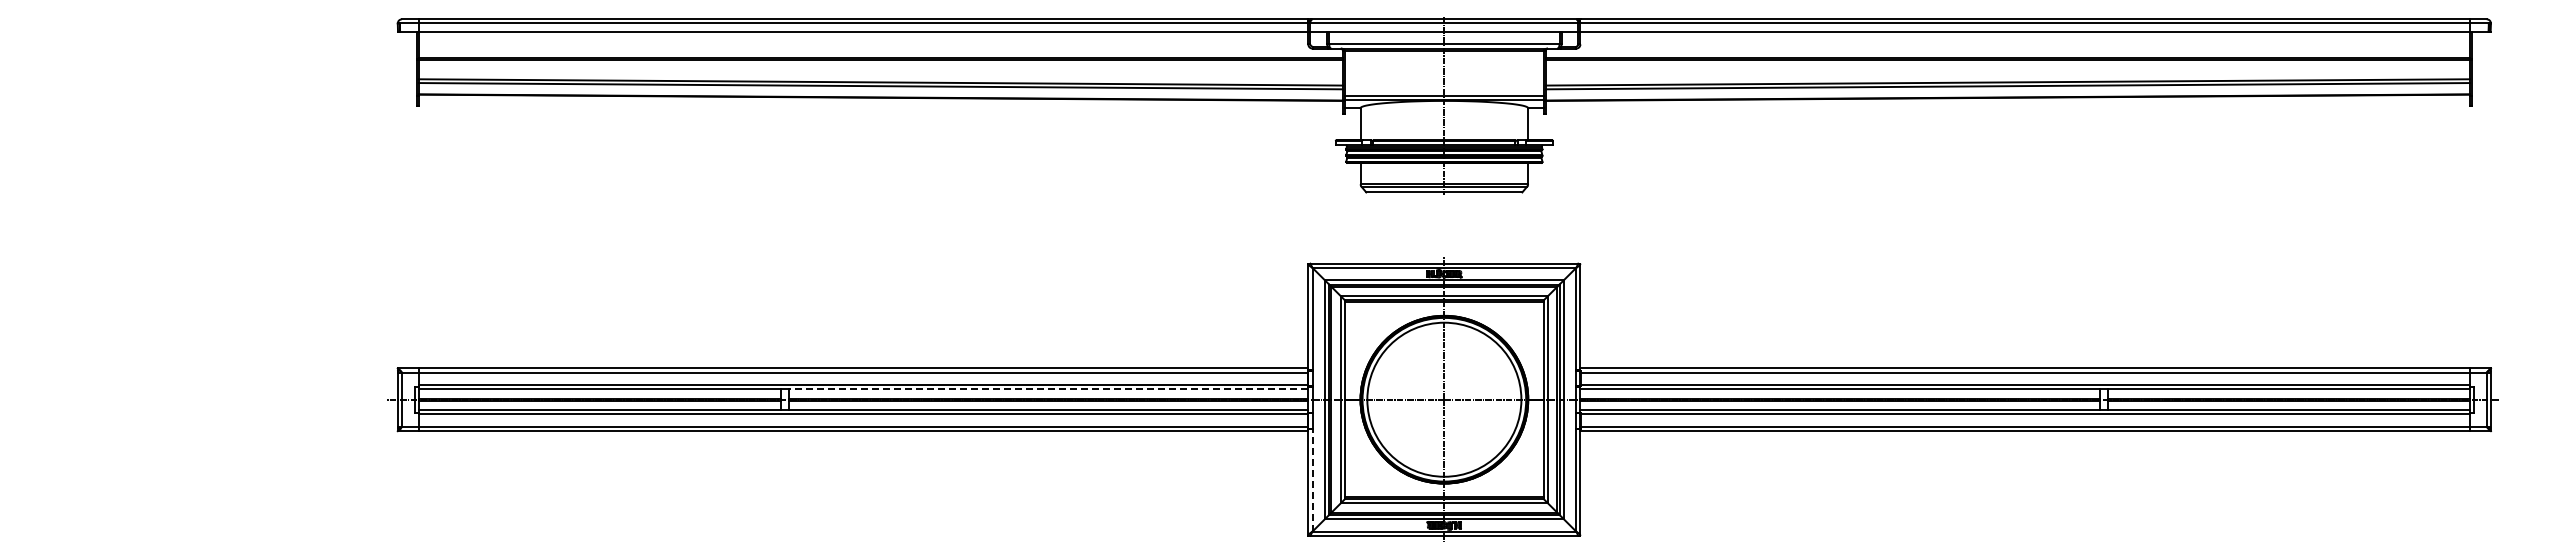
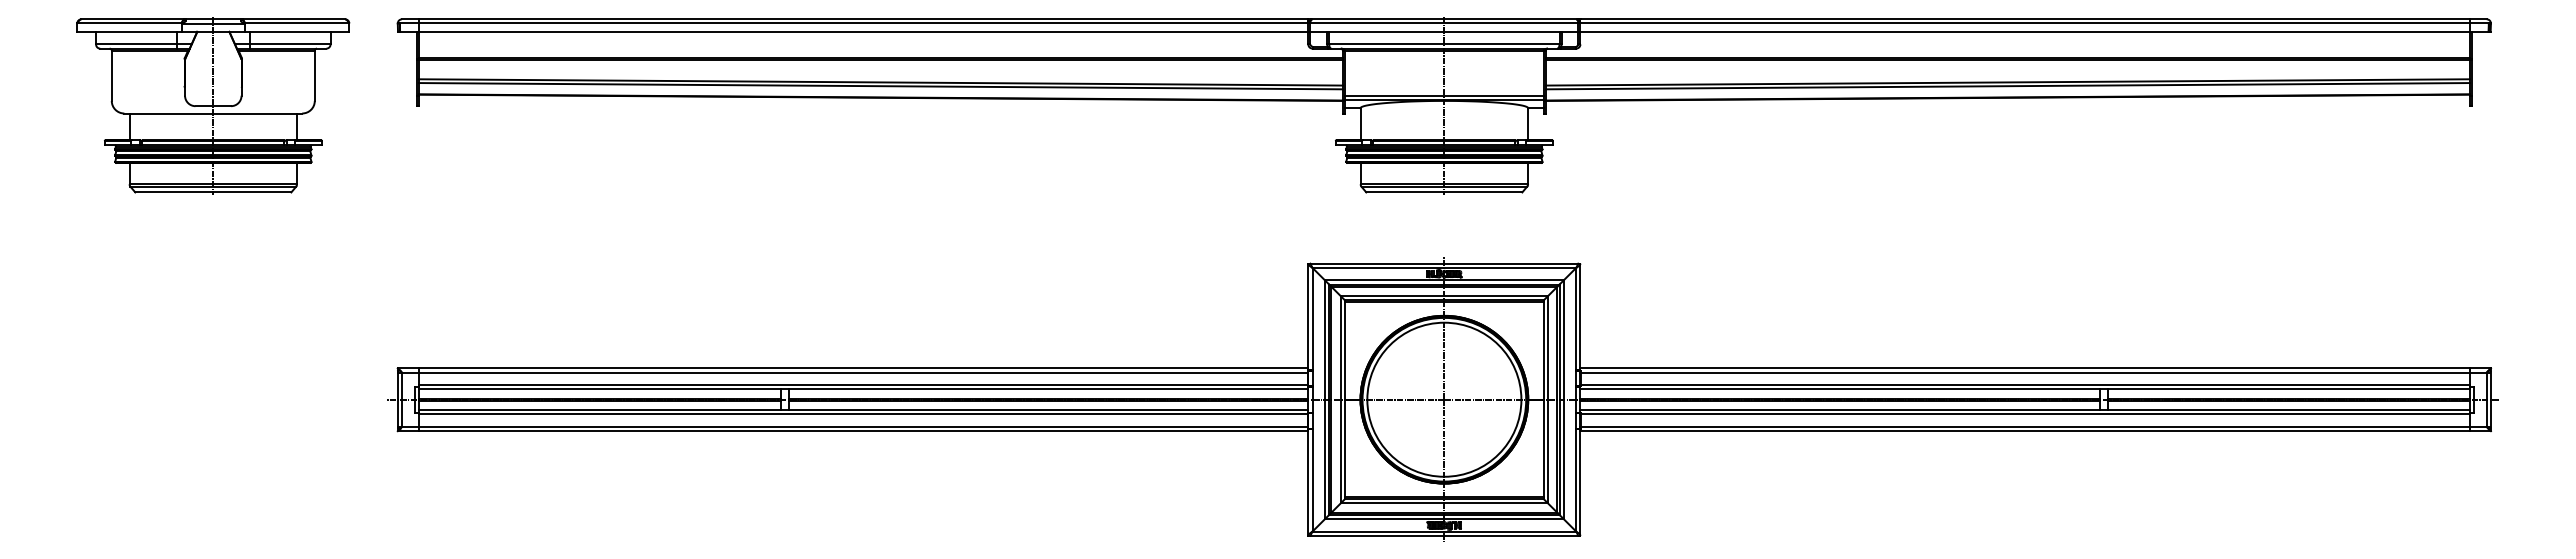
part at (213, 105): none -> present
line at (1048, 389): dashed -> solid
line at (1312, 479): dashed -> solid
